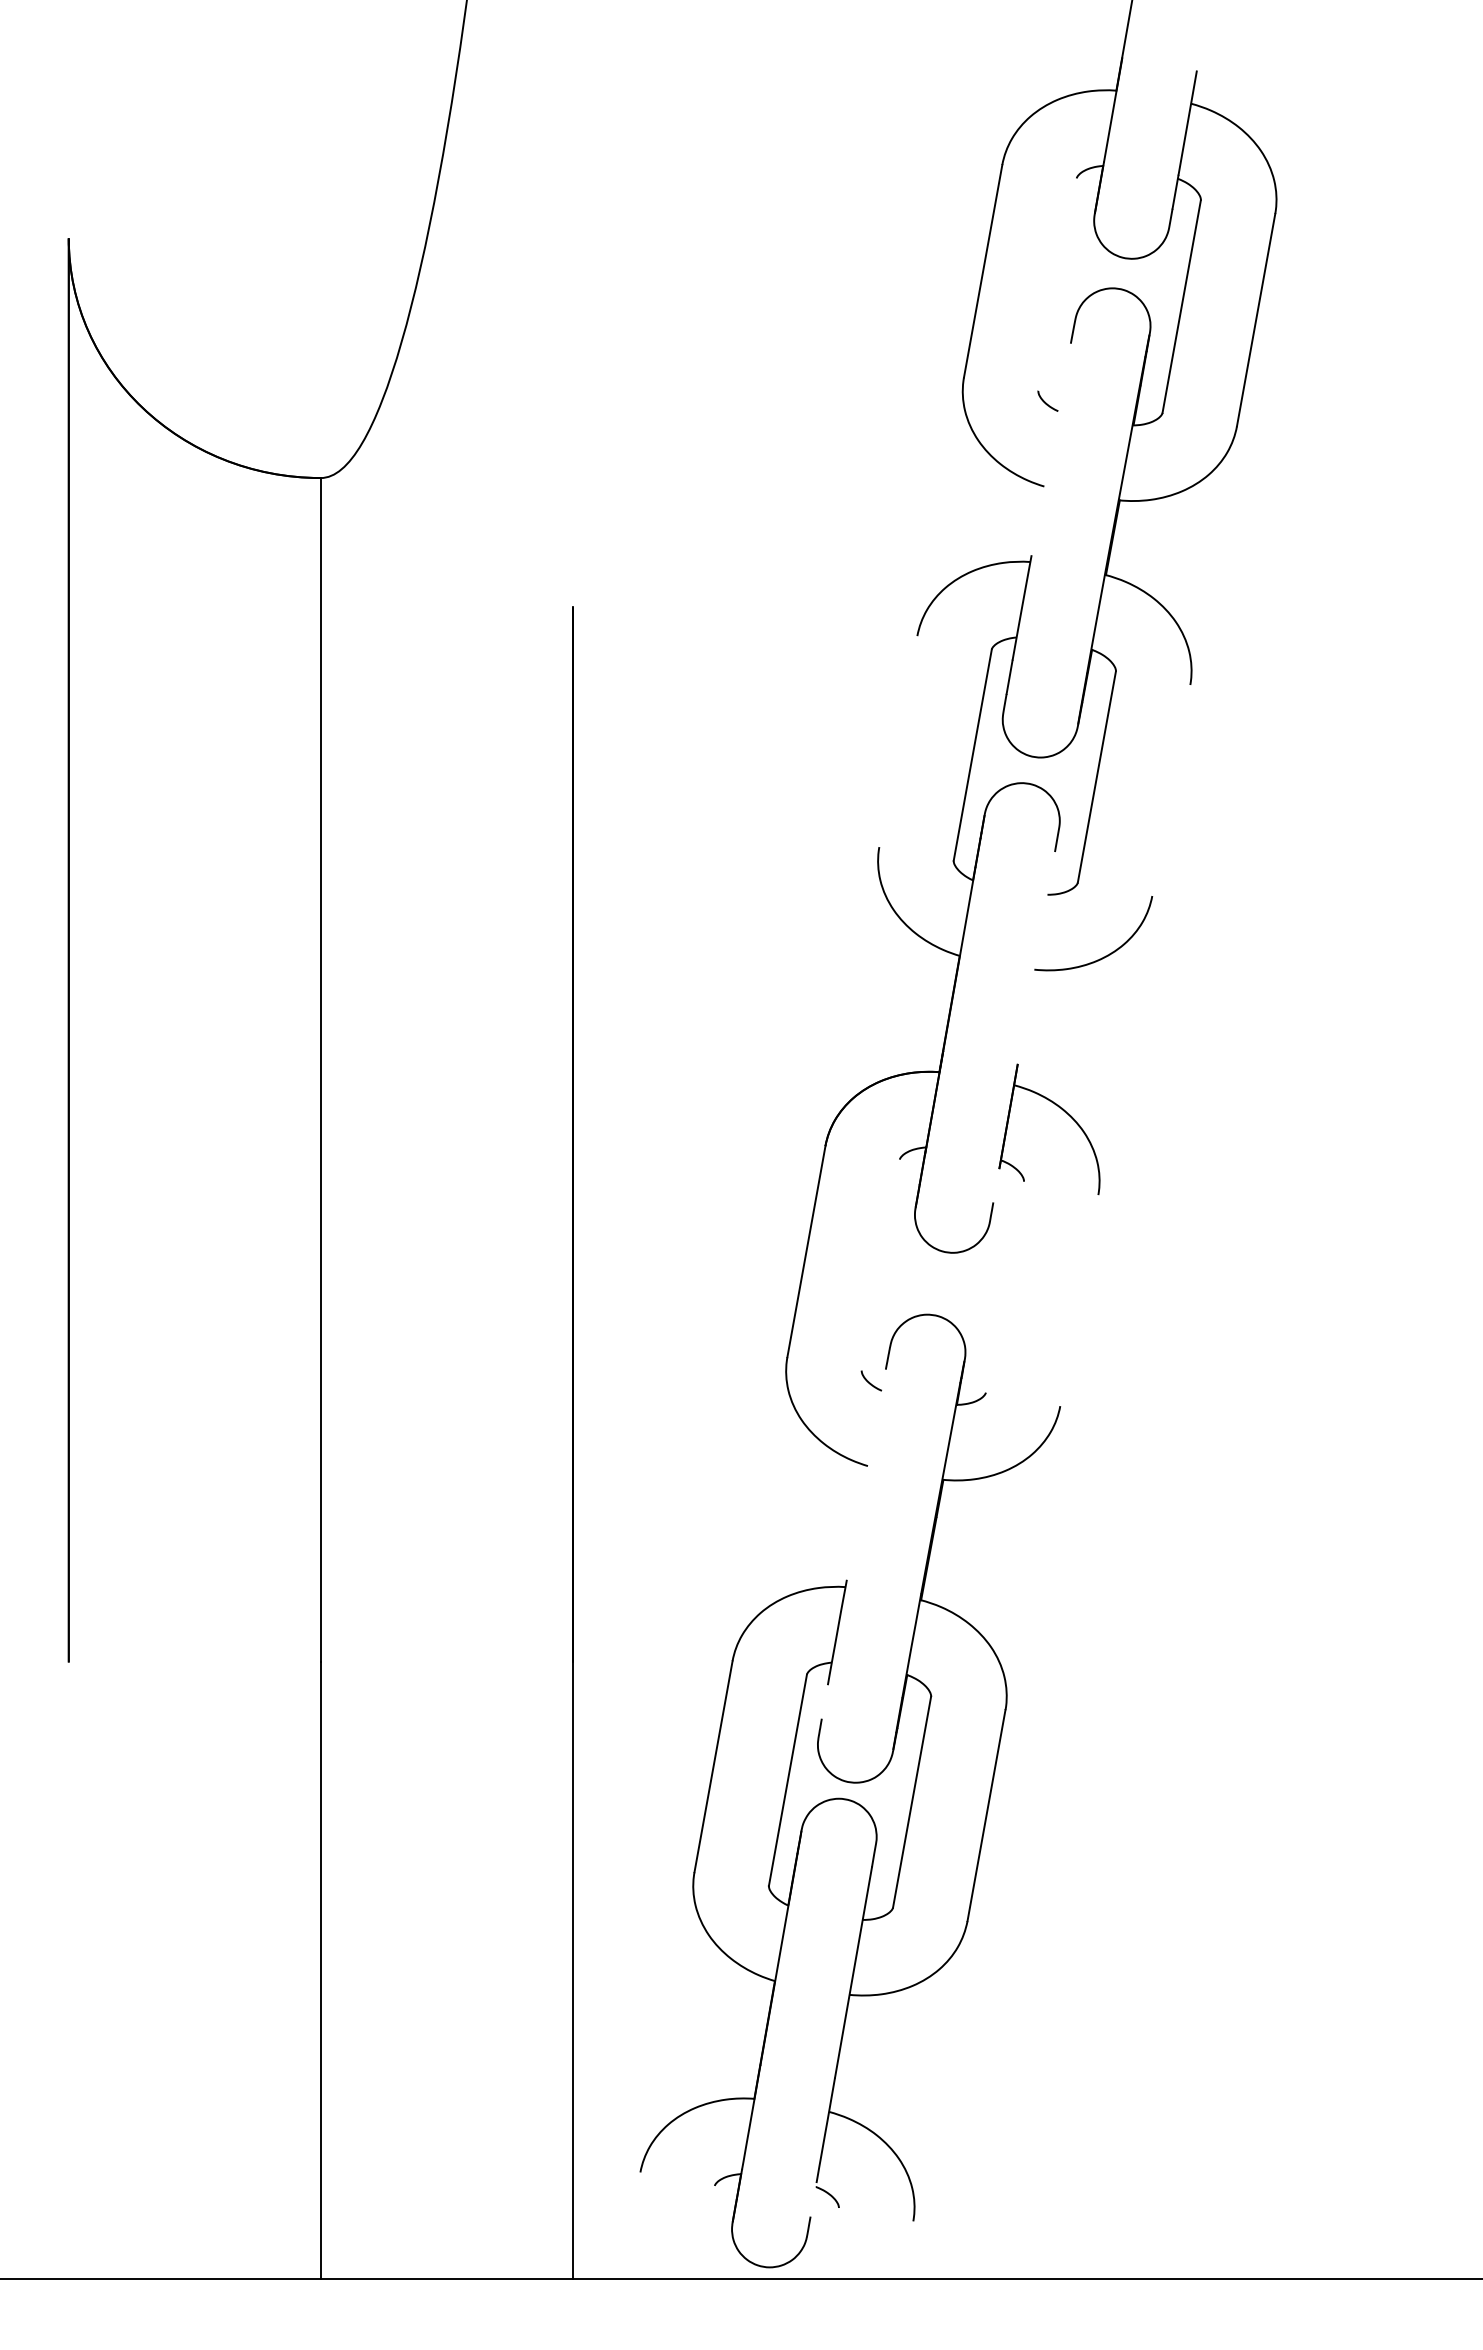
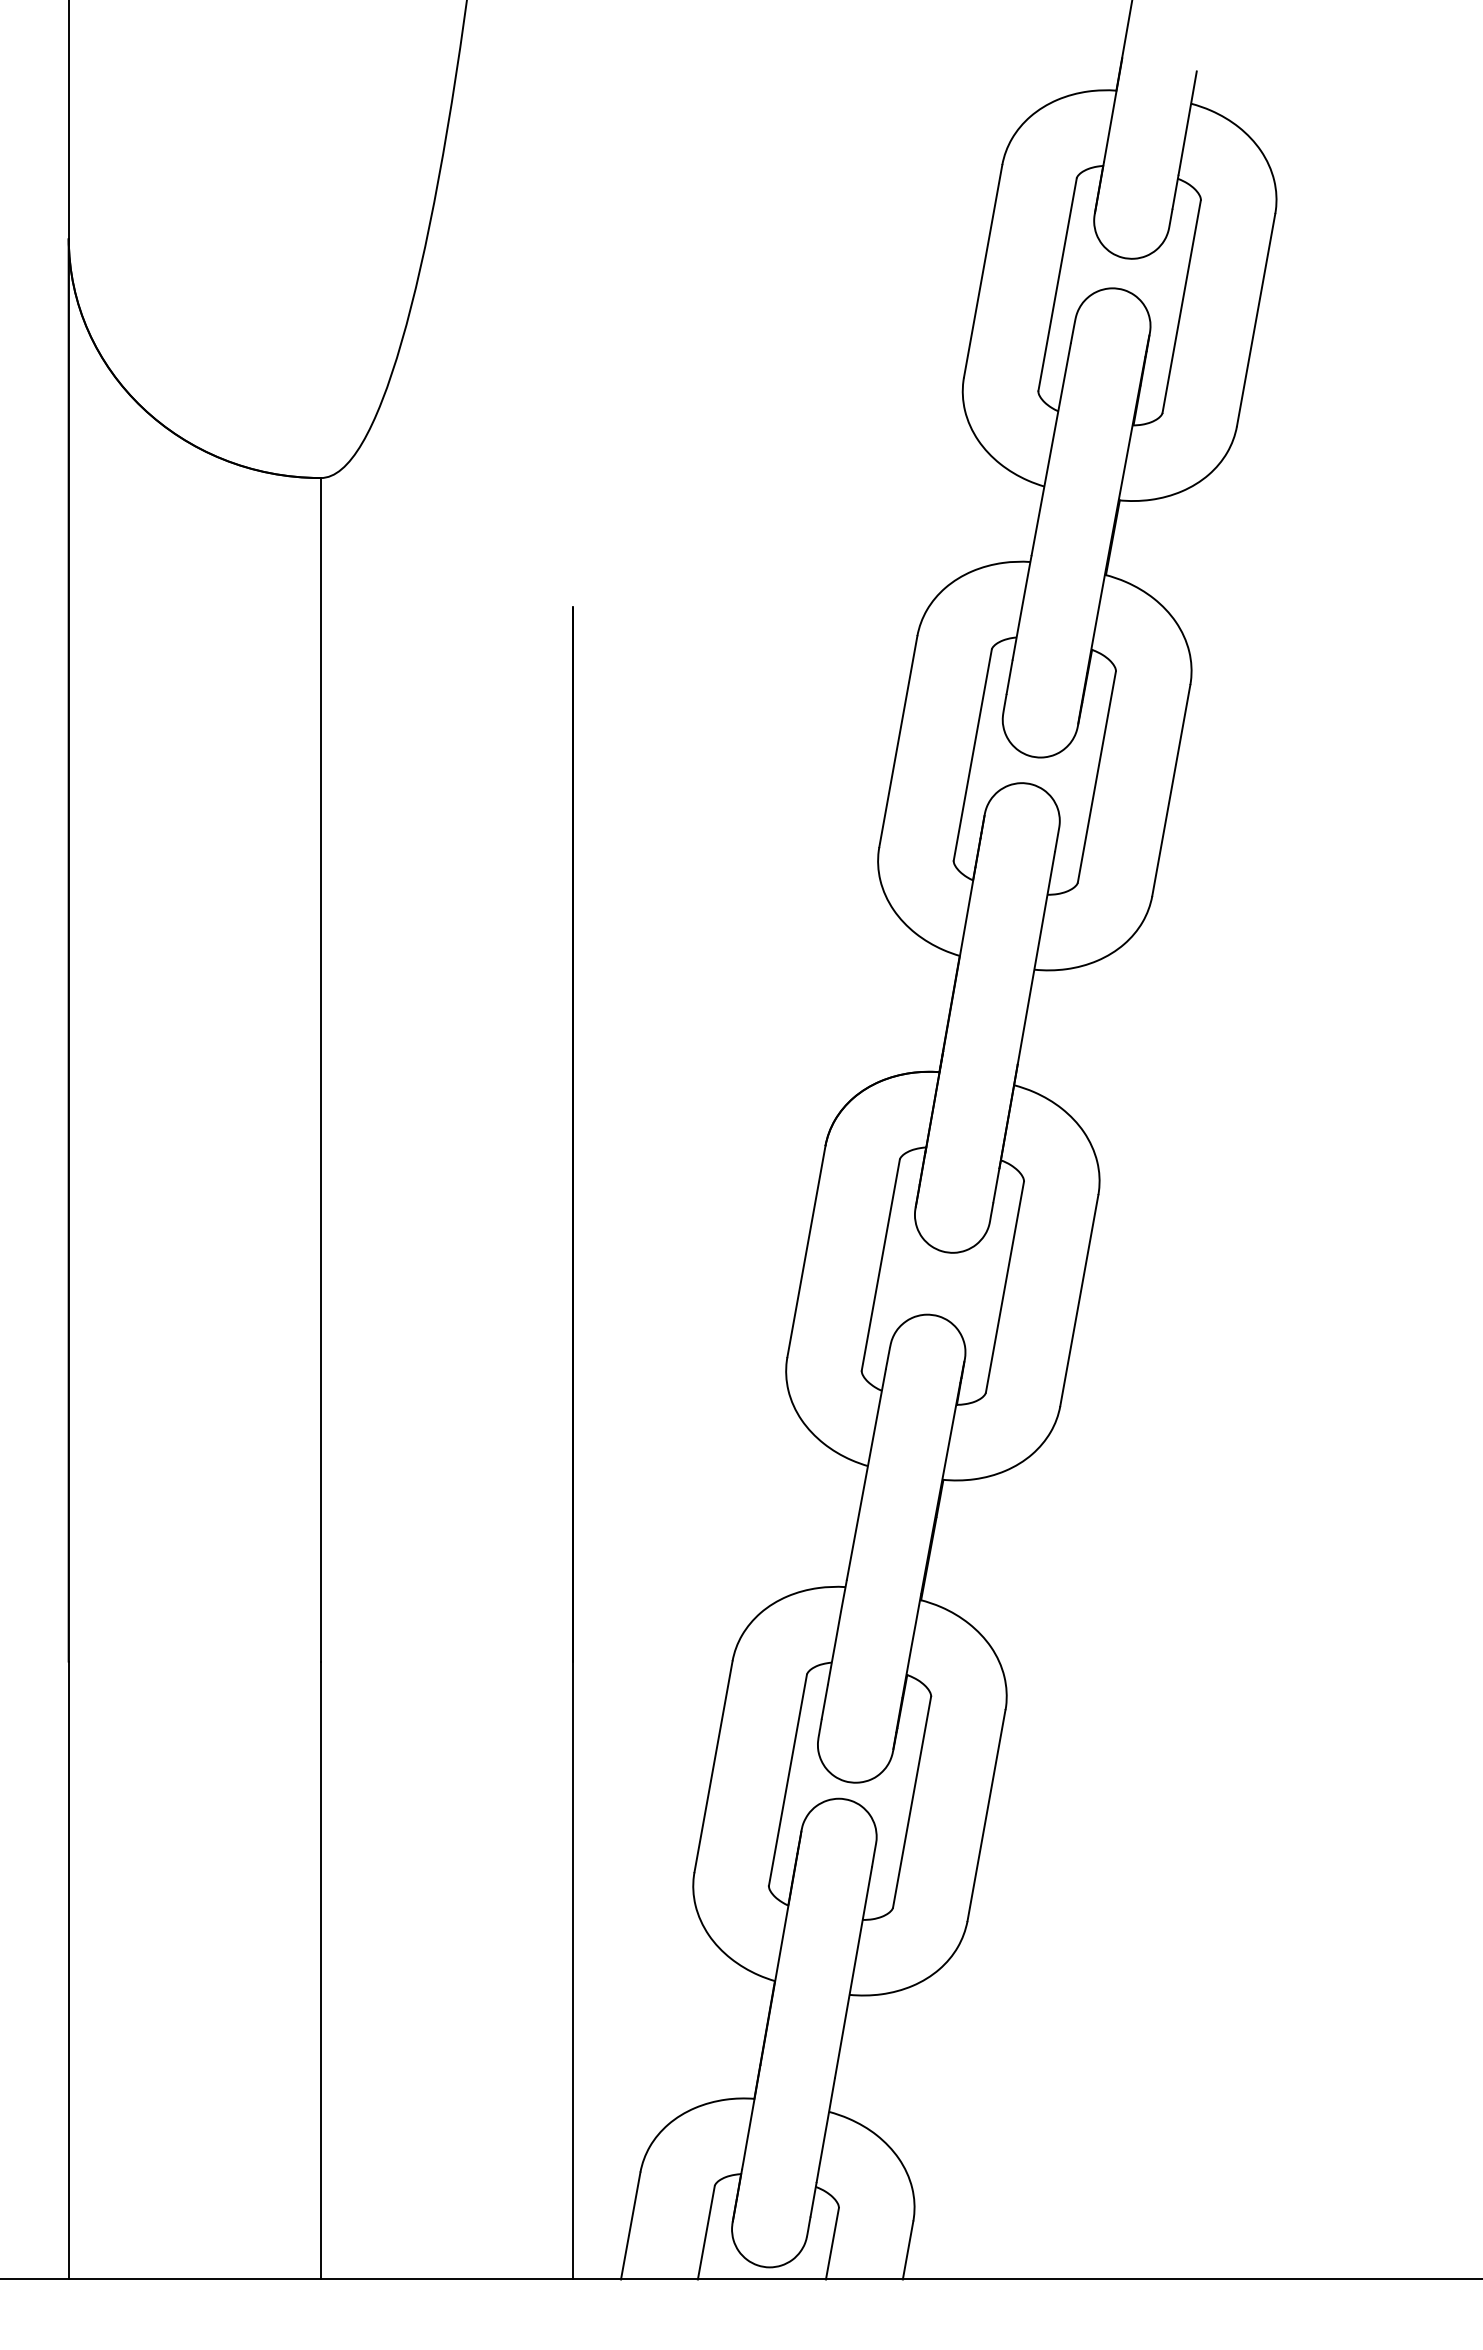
line at (68, 120): none -> present
line at (1057, 284): none -> present
line at (1050, 449): none -> present
line at (898, 741): none -> present
line at (1171, 790): none -> present
line at (1035, 957): none -> present
line at (996, 1185): none -> present
line at (880, 1264): none -> present
line at (1004, 1286): none -> present
line at (1079, 1300): none -> present
line at (865, 1474): none -> present
line at (824, 1701): none -> present
line at (68, 1970): none -> present
line at (813, 2199): none -> present
line at (630, 2225): none -> present
line at (705, 2232): none -> present
line at (831, 2243): none -> present
line at (907, 2250): none -> present
